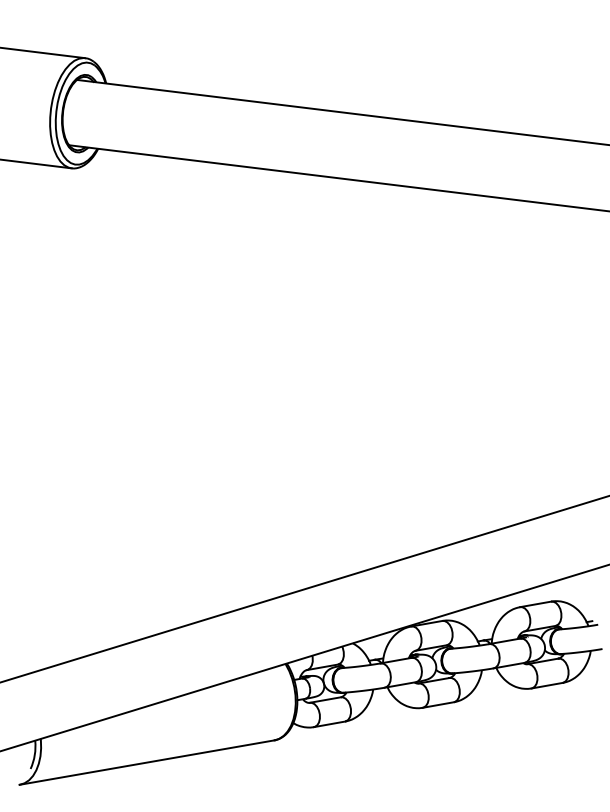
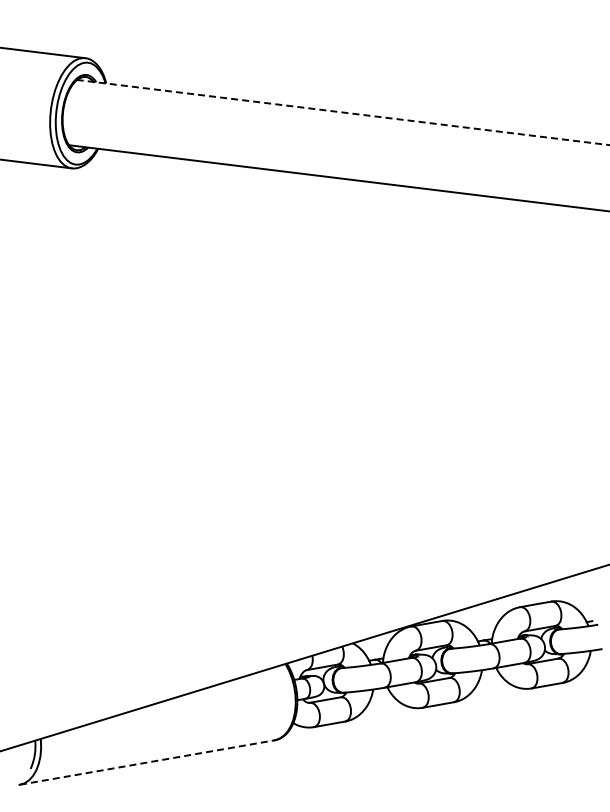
line at (343, 112): solid -> dashed
line at (304, 588): present -> none
line at (147, 762): solid -> dashed
